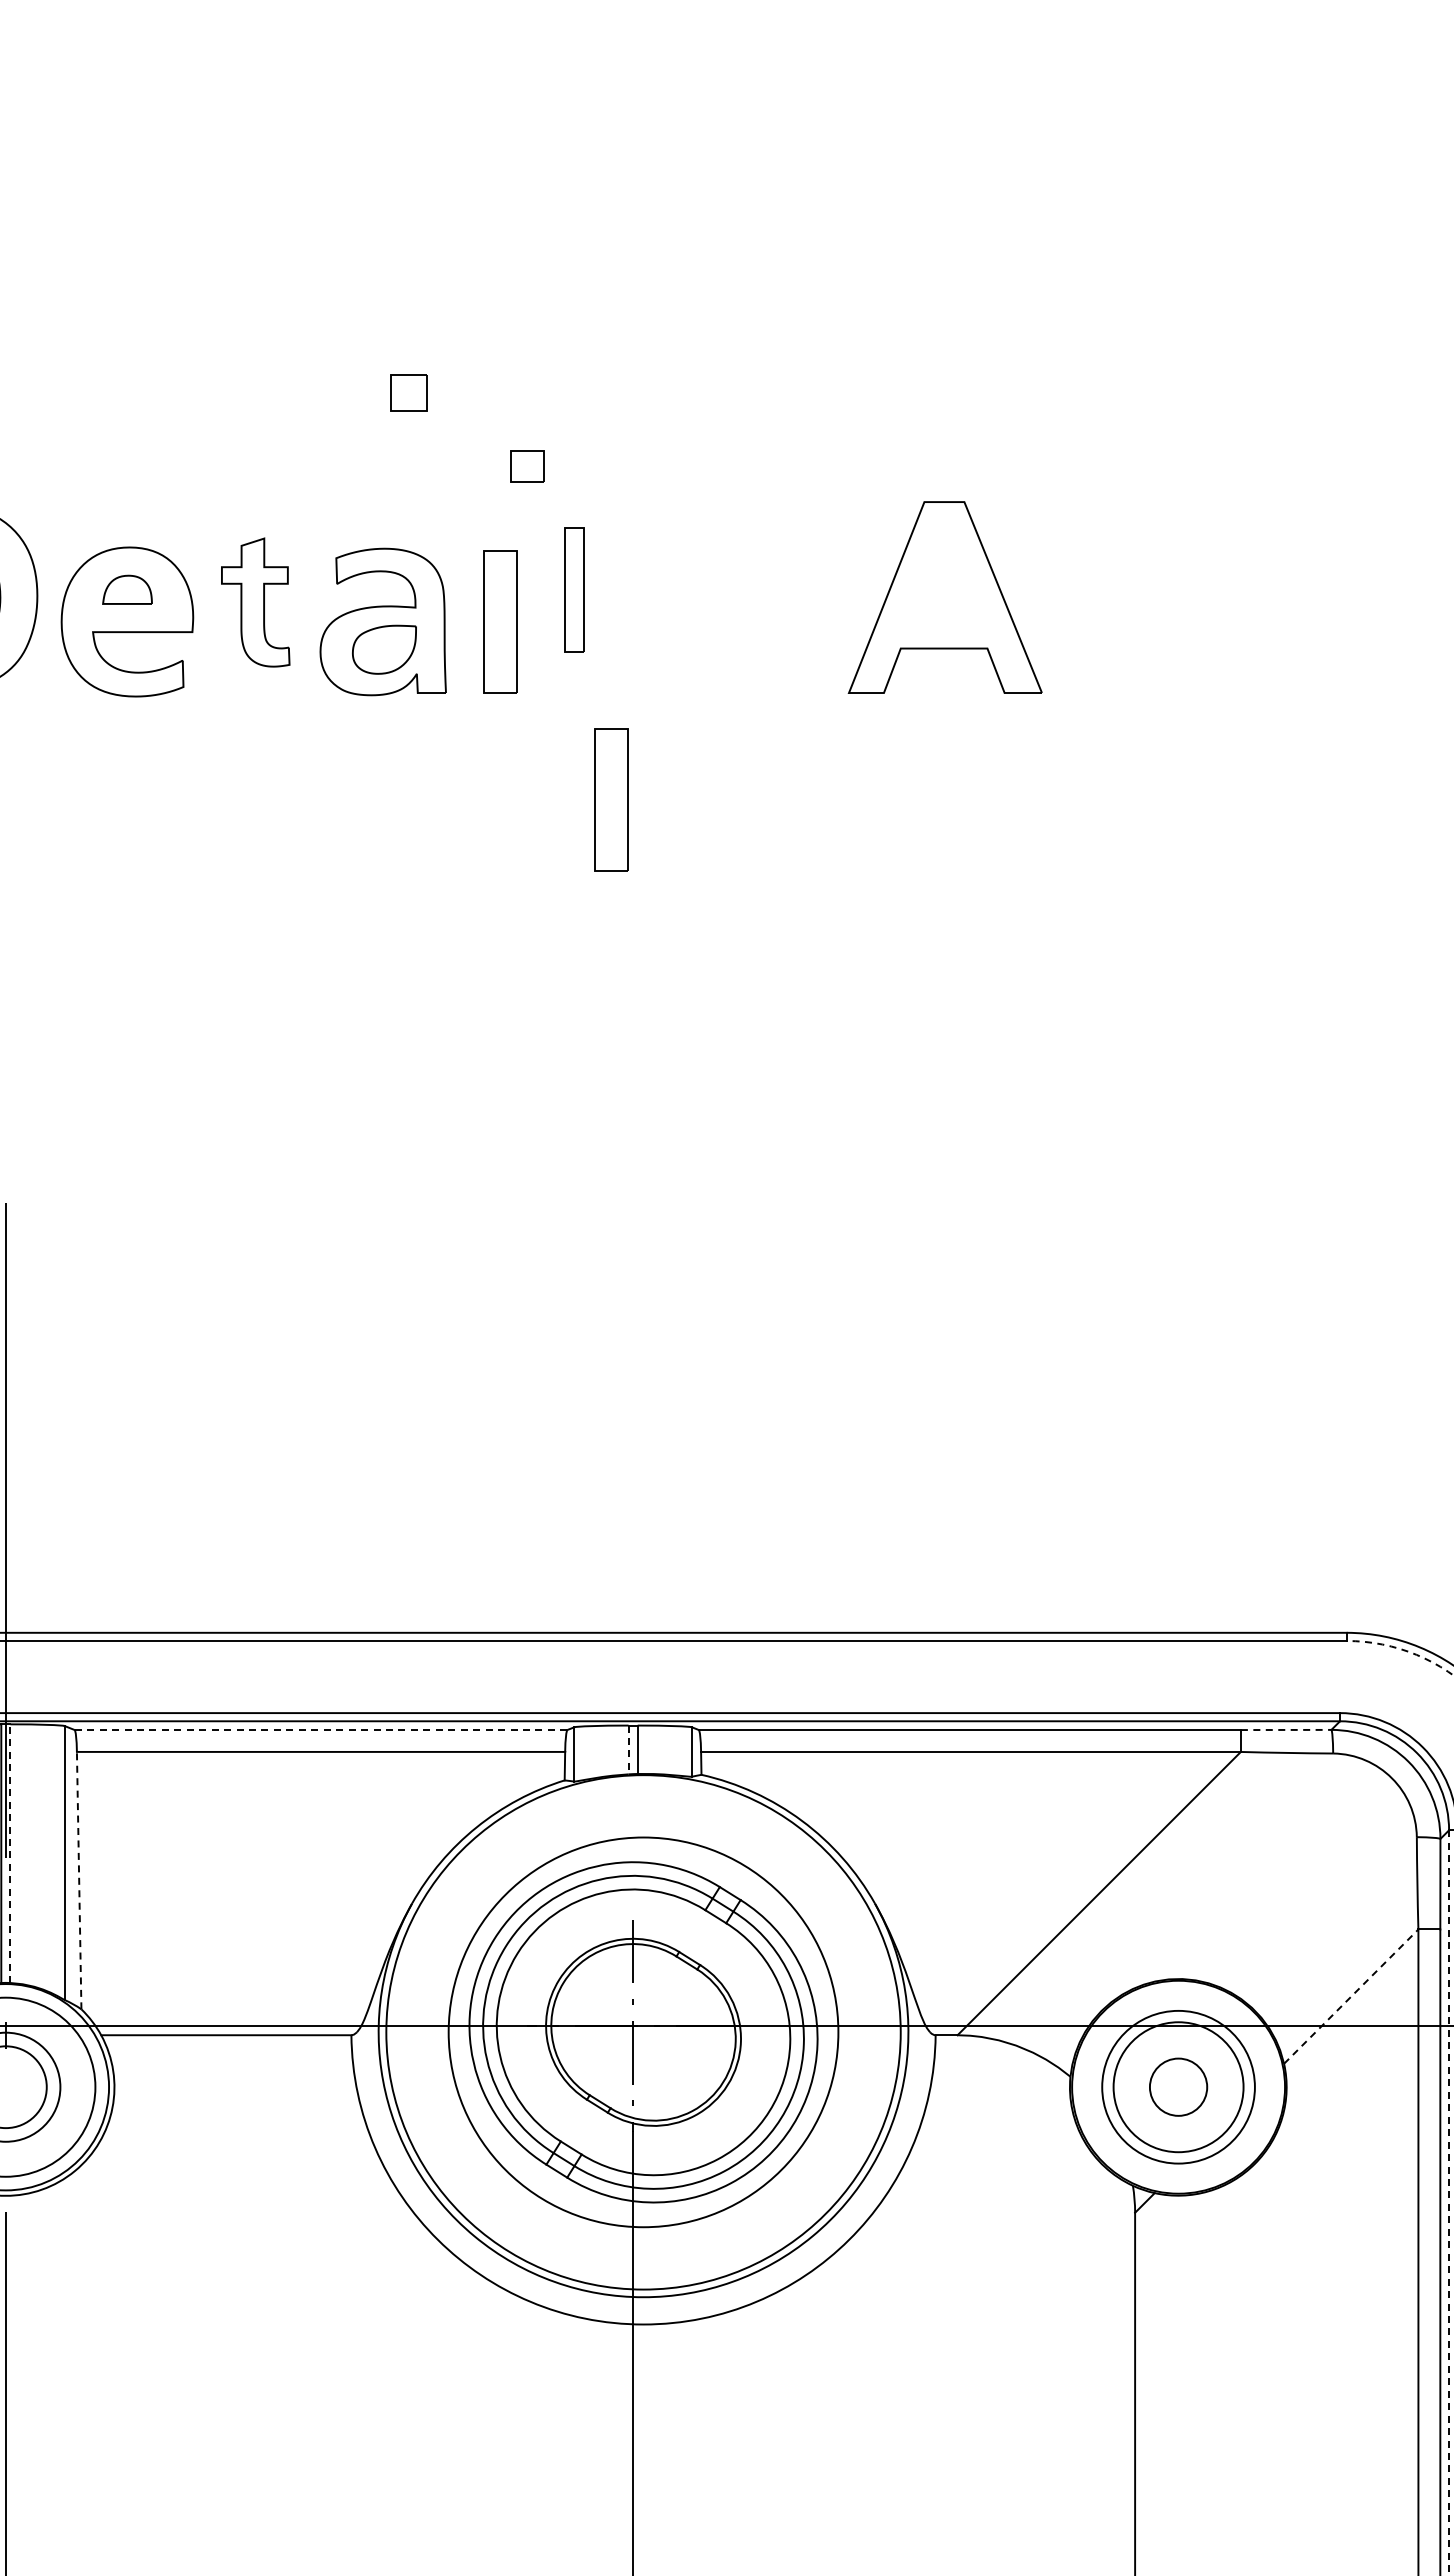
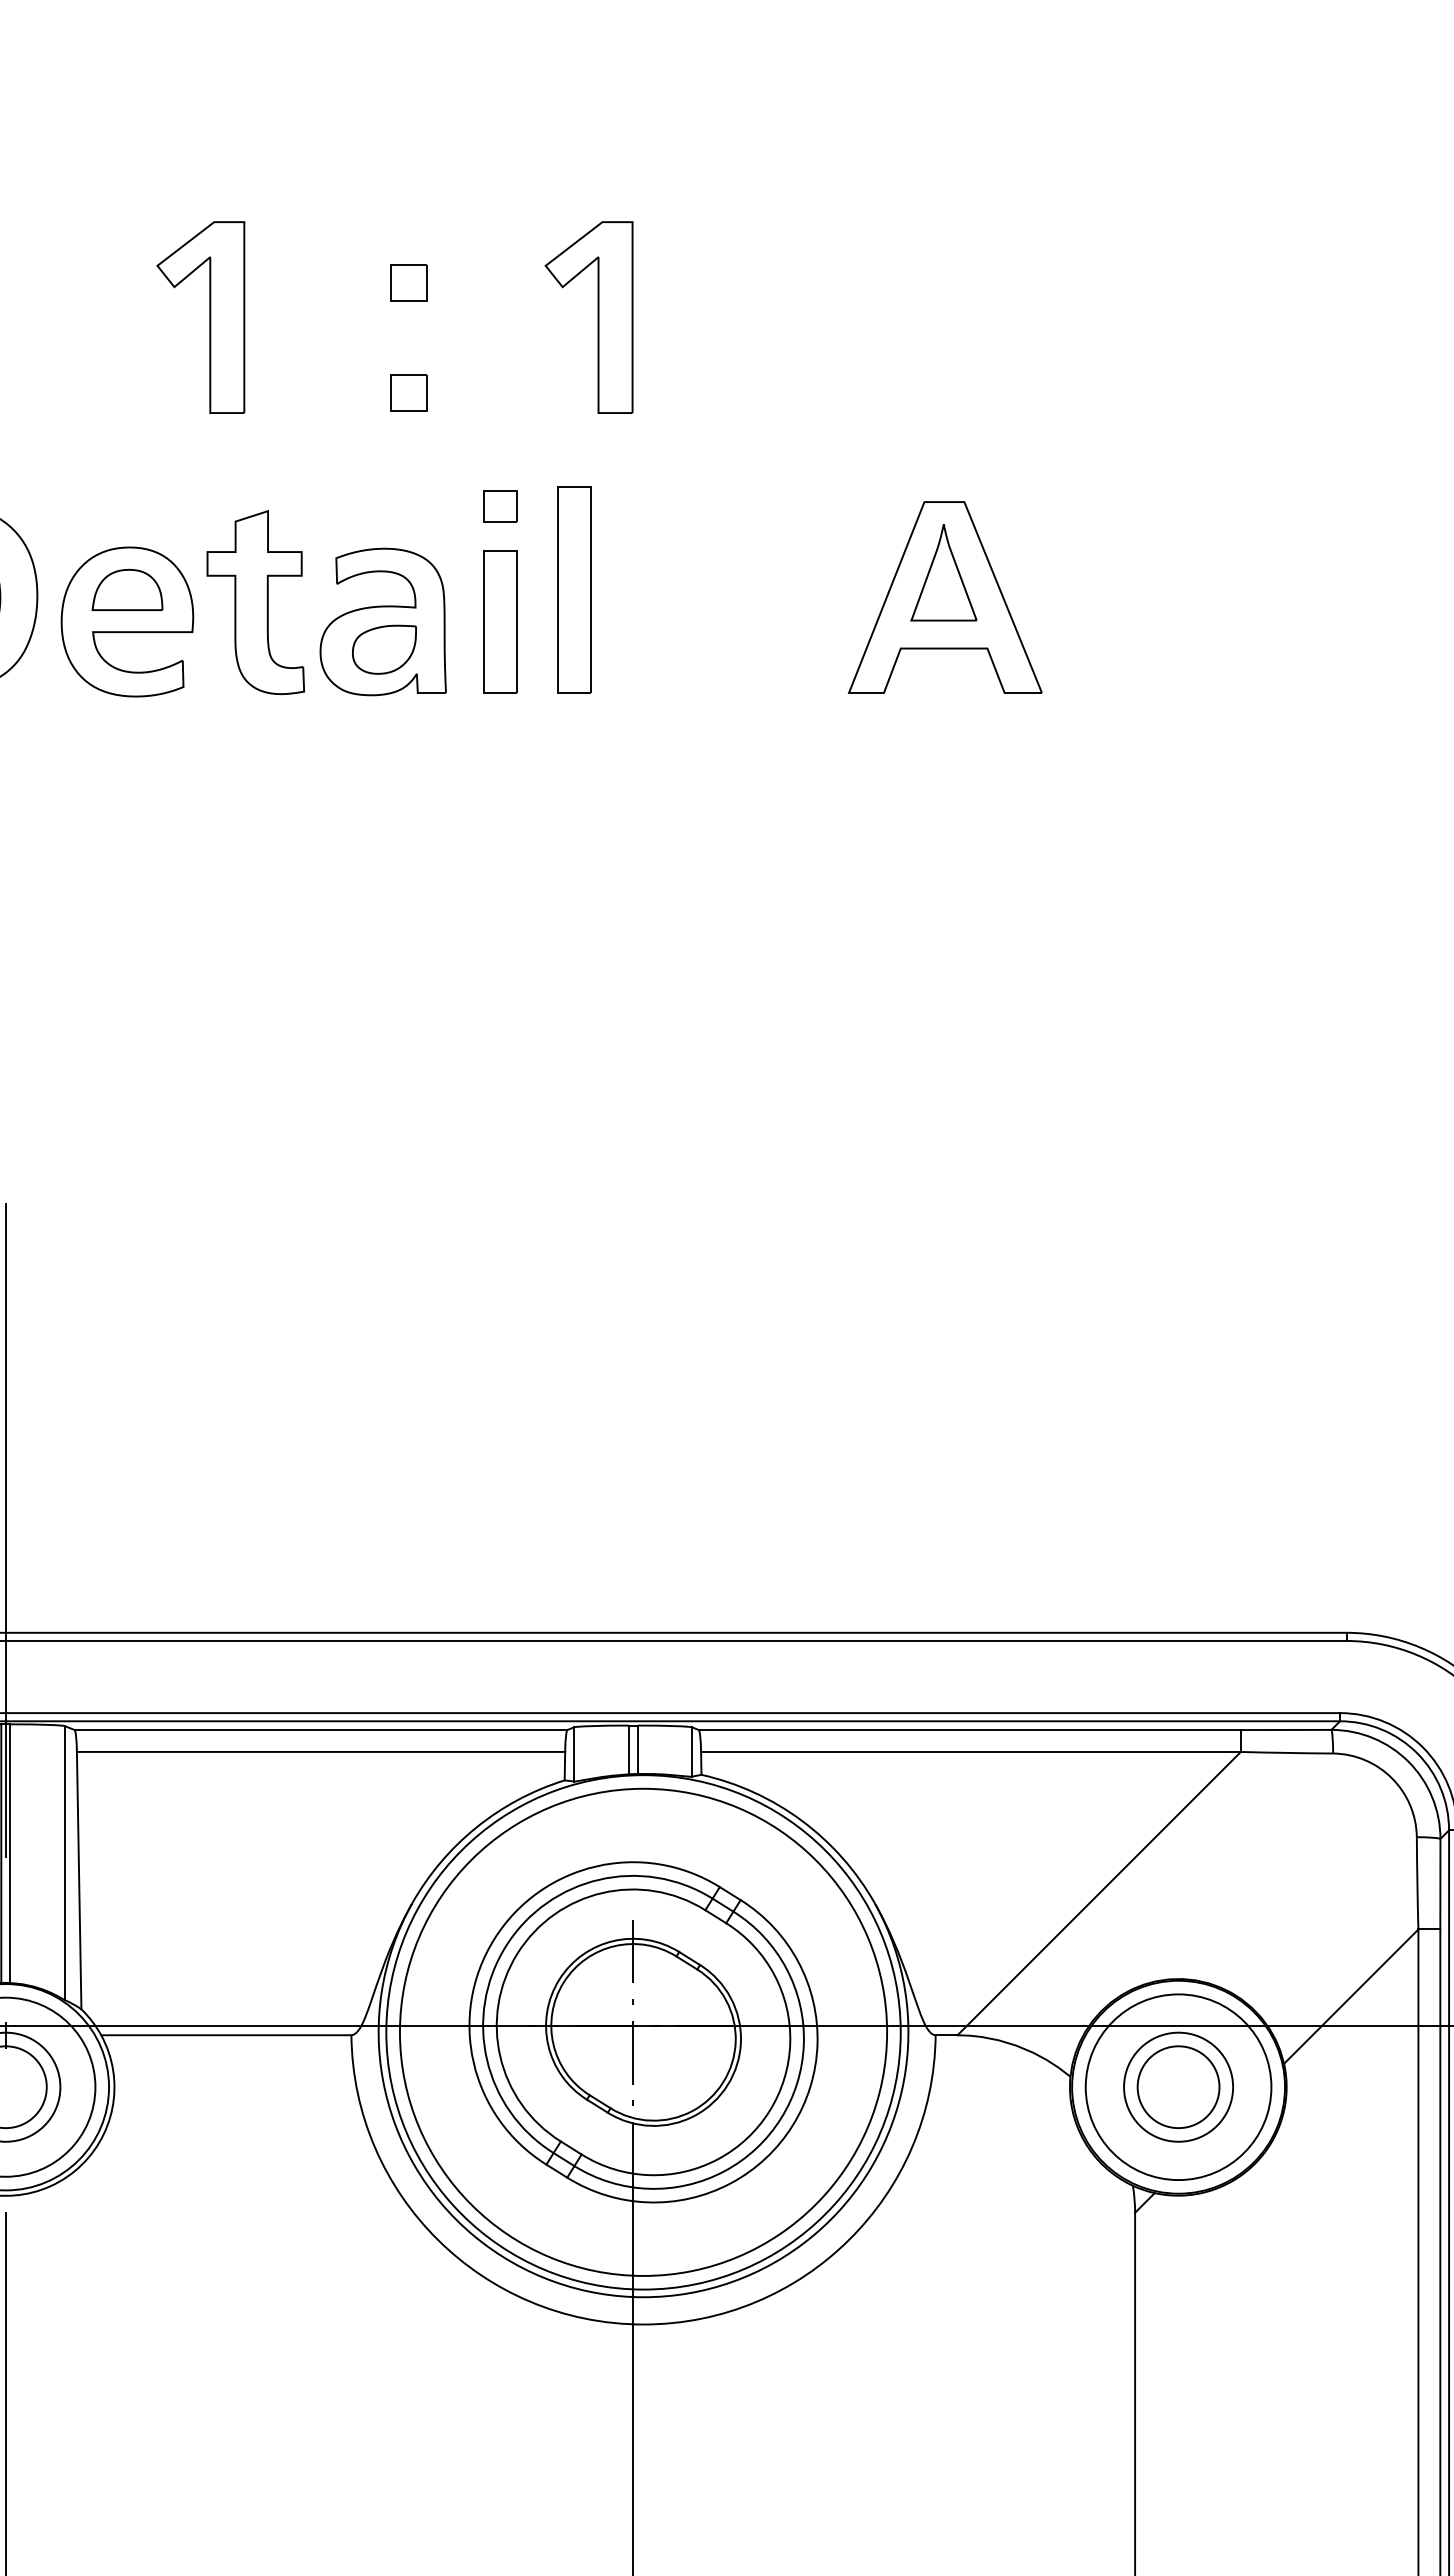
part at (408, 282): none -> present
part at (209, 317): none -> present
part at (597, 317): none -> present
part at (527, 466) position: (527, 466) -> (500, 506)
part at (943, 572): none -> present
part at (127, 589) size: 51x31 px -> 73x43 px
part at (574, 589) size: 21x126 px -> 35x208 px
part at (255, 602) size: 70x131 px -> 99x185 px
part at (611, 799): present -> none
arc at (1402, 1649): dashed -> solid
line at (1286, 1729): dashed -> solid
line at (321, 1730): dashed -> solid
line at (628, 1750): dashed -> solid
line at (10, 1853): dashed -> solid
line at (79, 1880): dashed -> solid
line at (1351, 1996): dashed -> solid
circle at (643, 2032) diameter: 390 px -> 487 px
circle at (1178, 2086) diameter: 153 px -> 109 px
circle at (1178, 2086) diameter: 57 px -> 82 px
circle at (1178, 2087) diameter: 130 px -> 186 px
line at (1449, 2203): dashed -> solid
